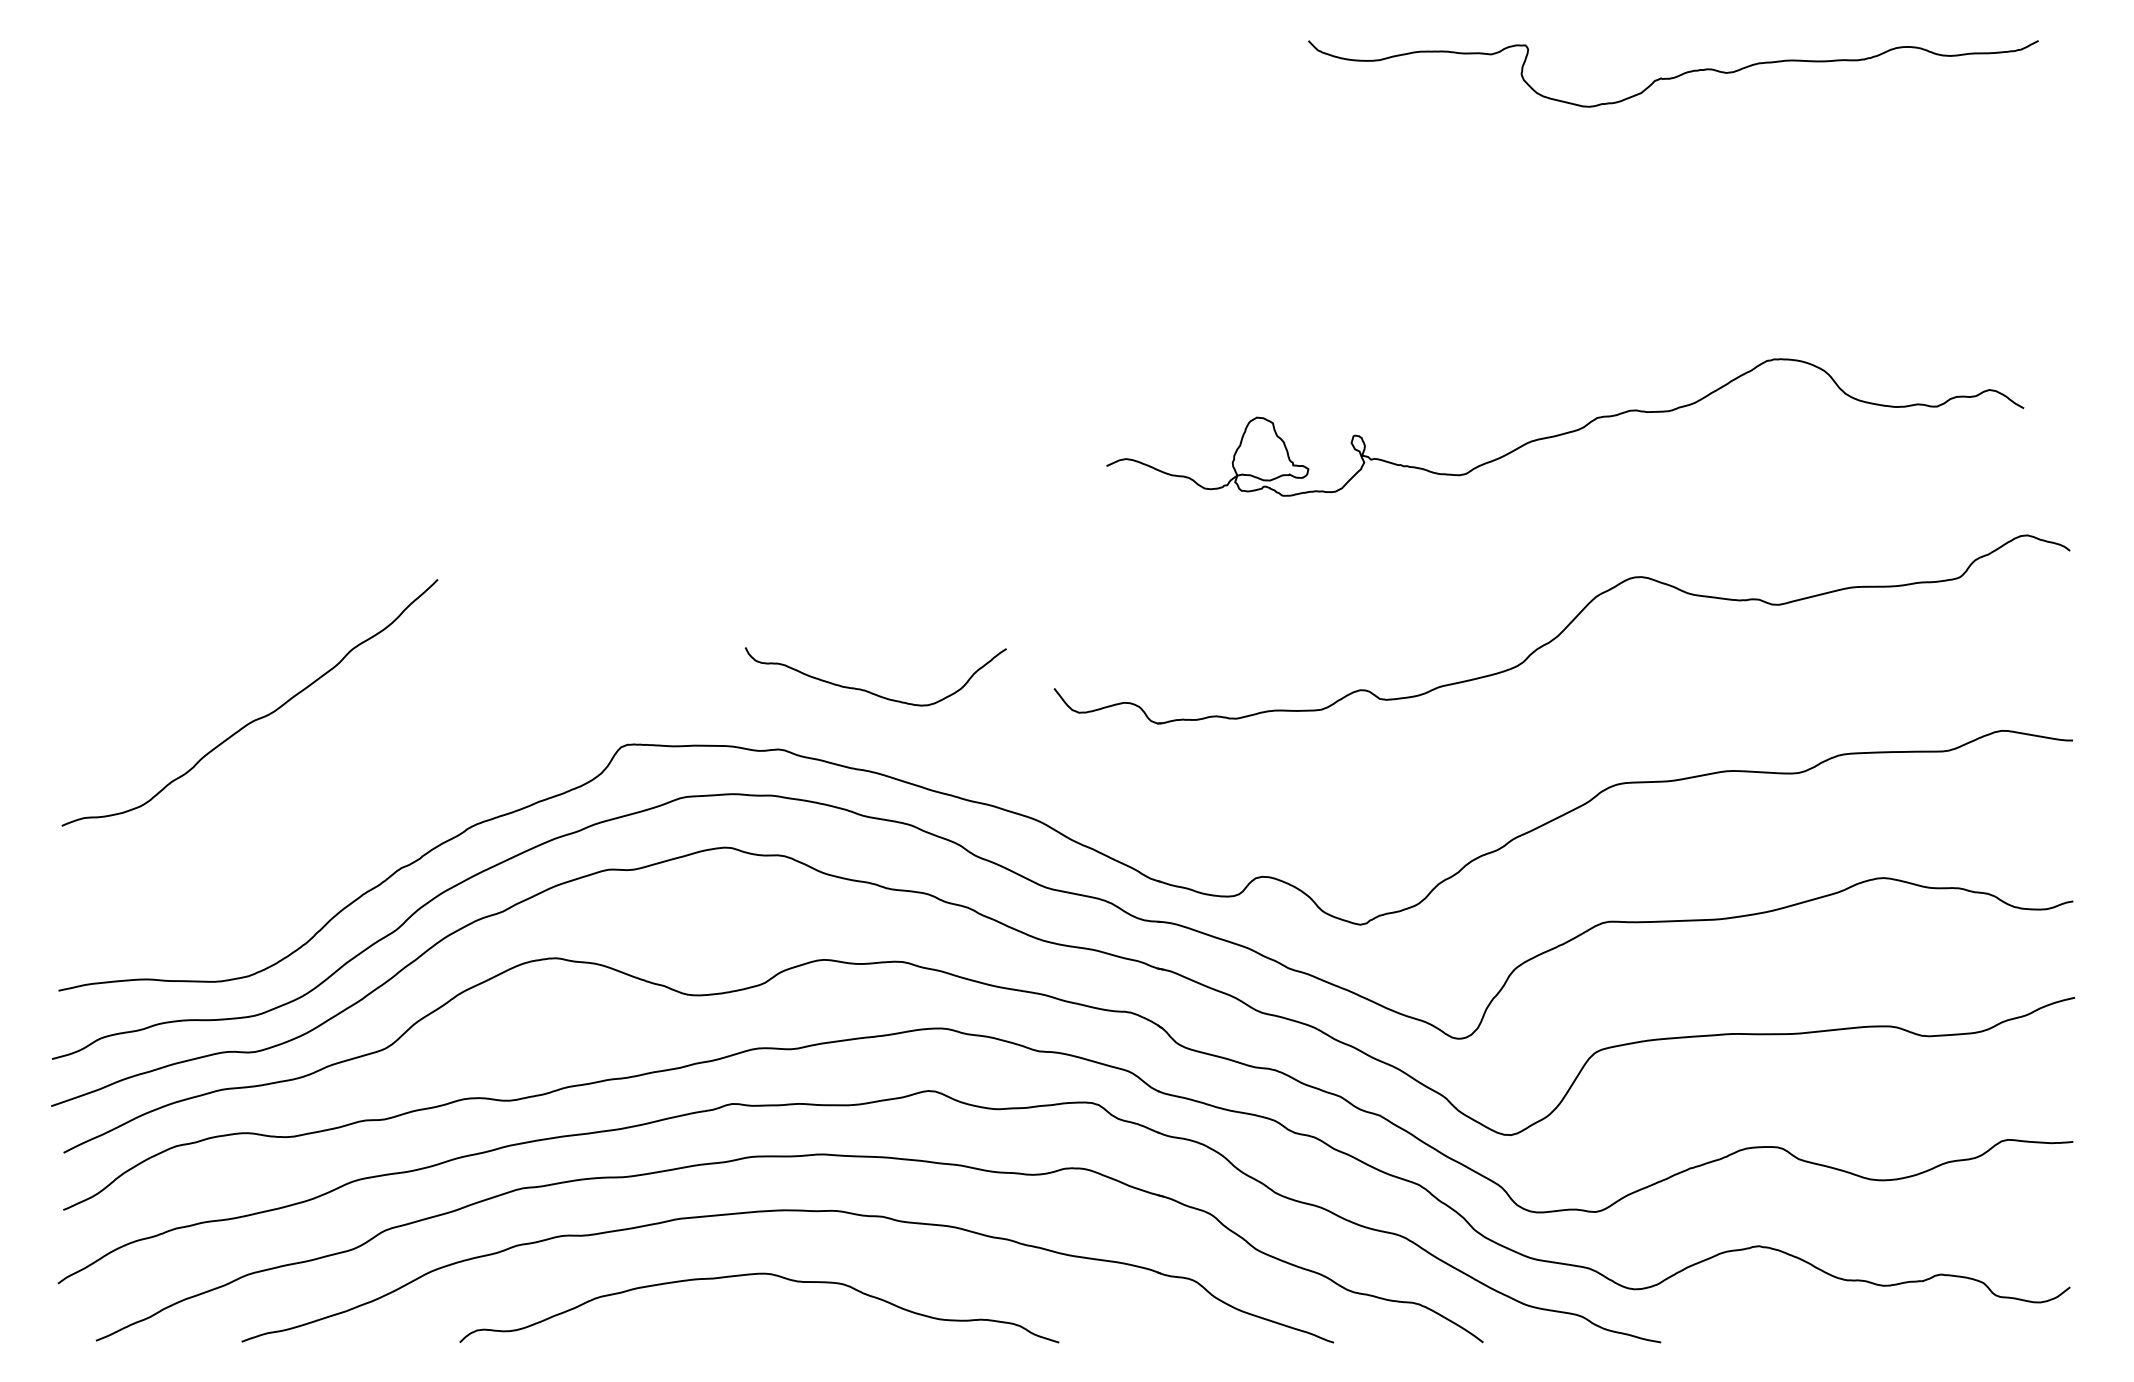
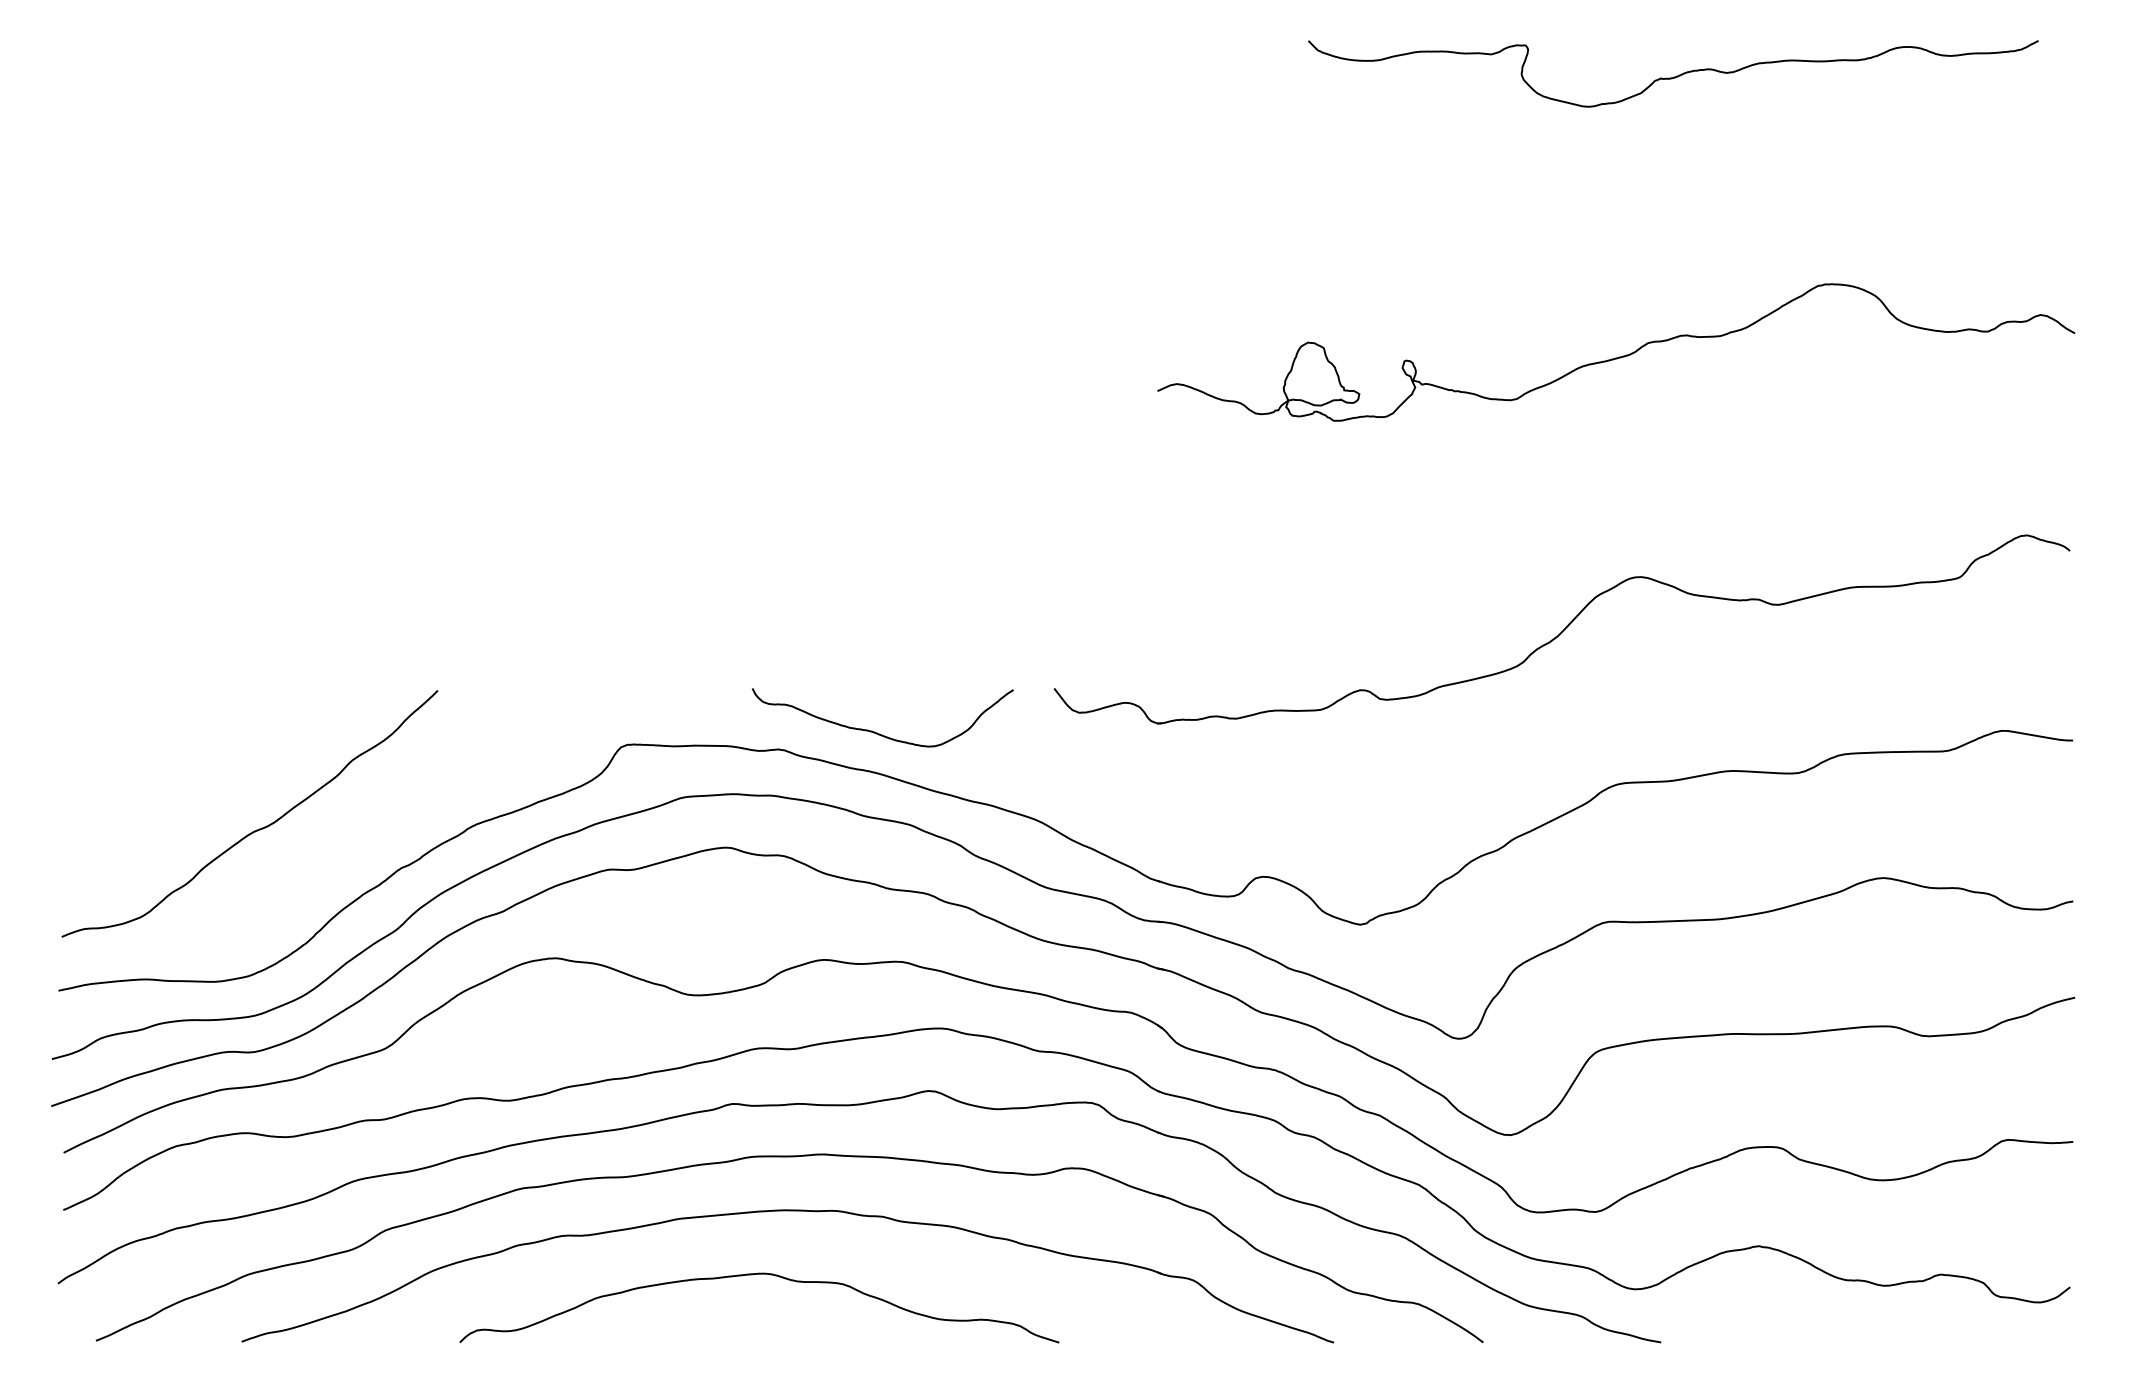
curve at (1568, 431) position: (1568, 431) -> (1619, 356)
curve at (870, 691) position: (870, 691) -> (877, 732)
curve at (256, 718) position: (256, 718) -> (256, 829)
